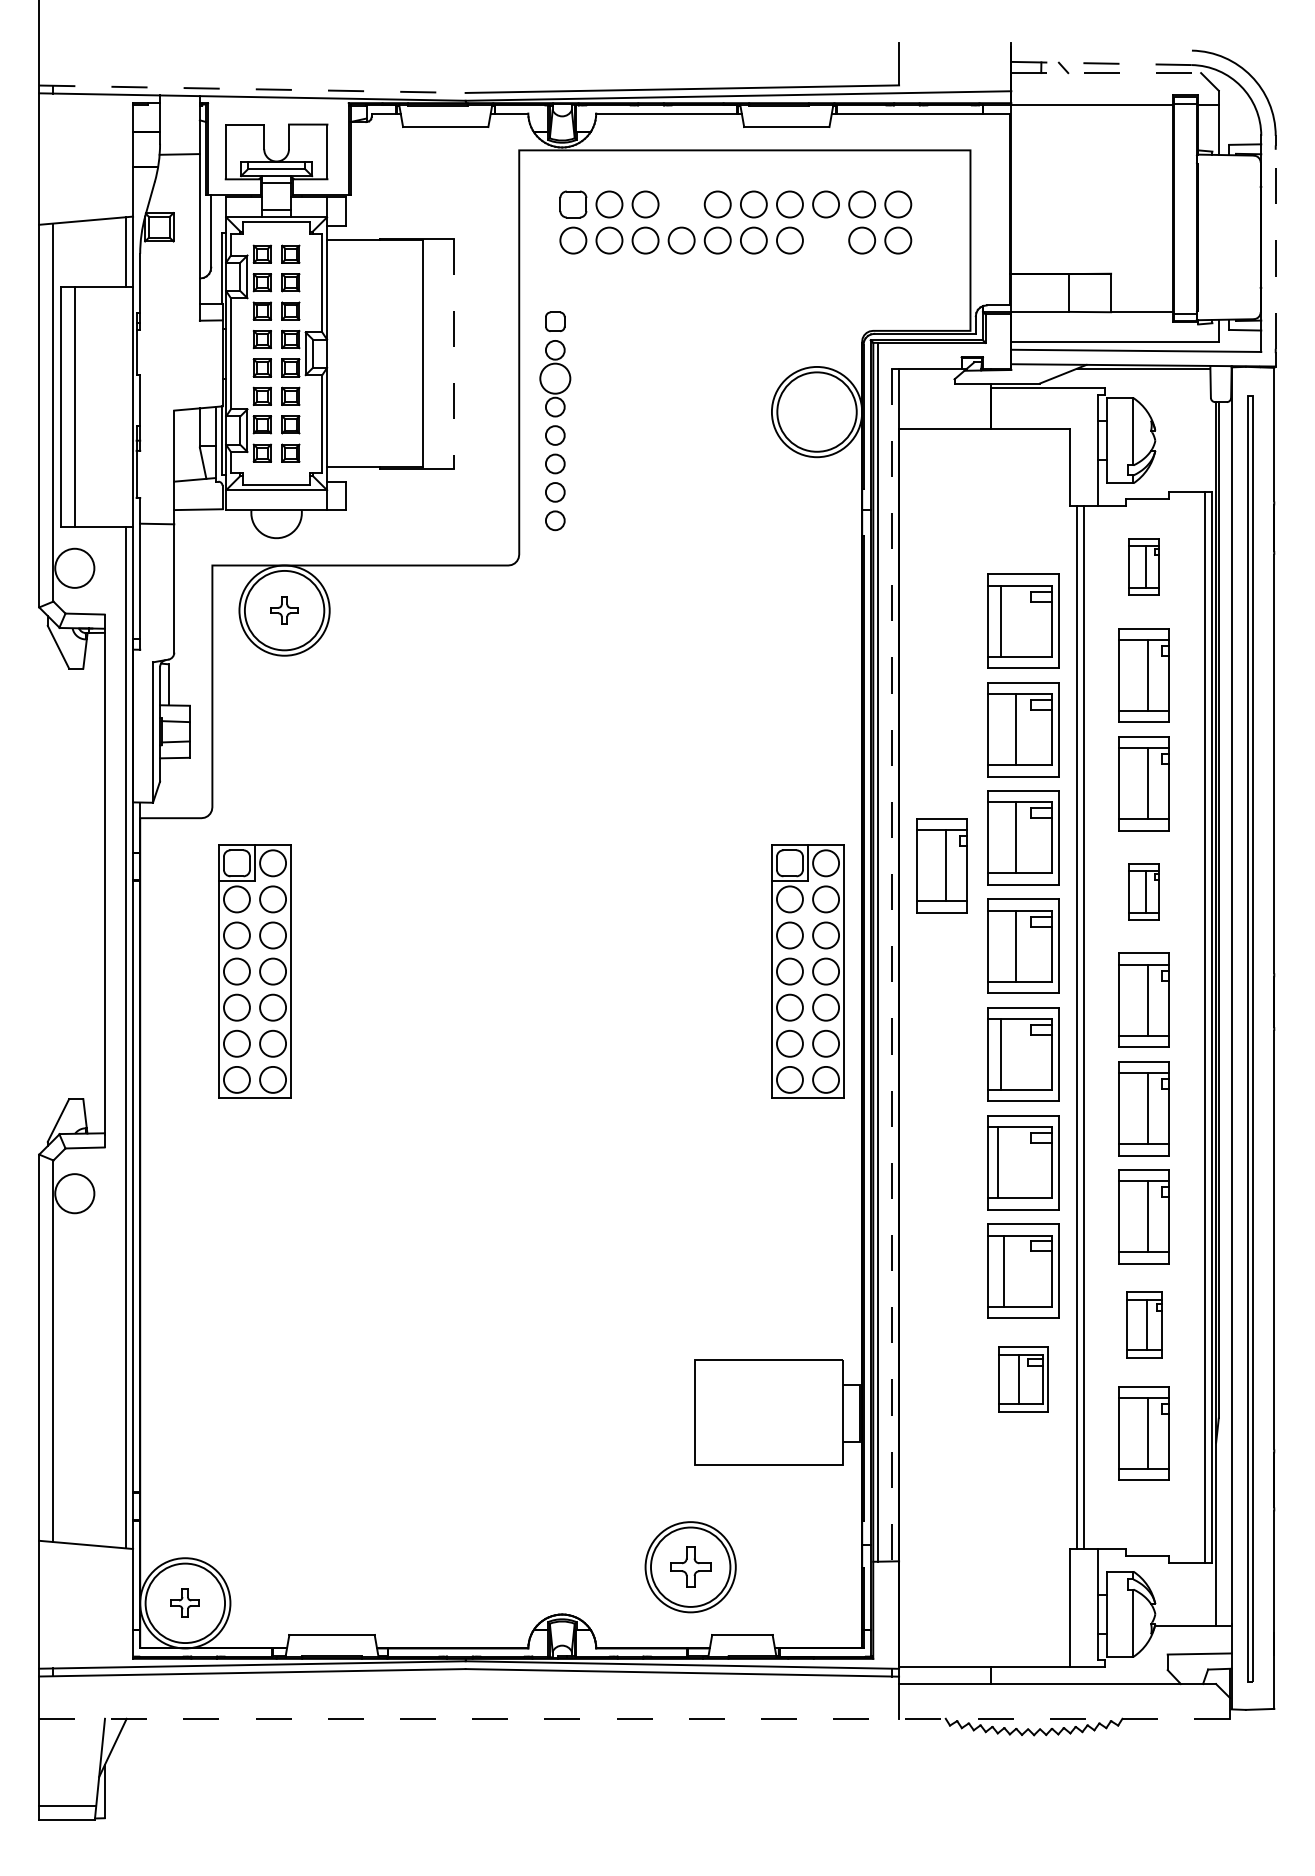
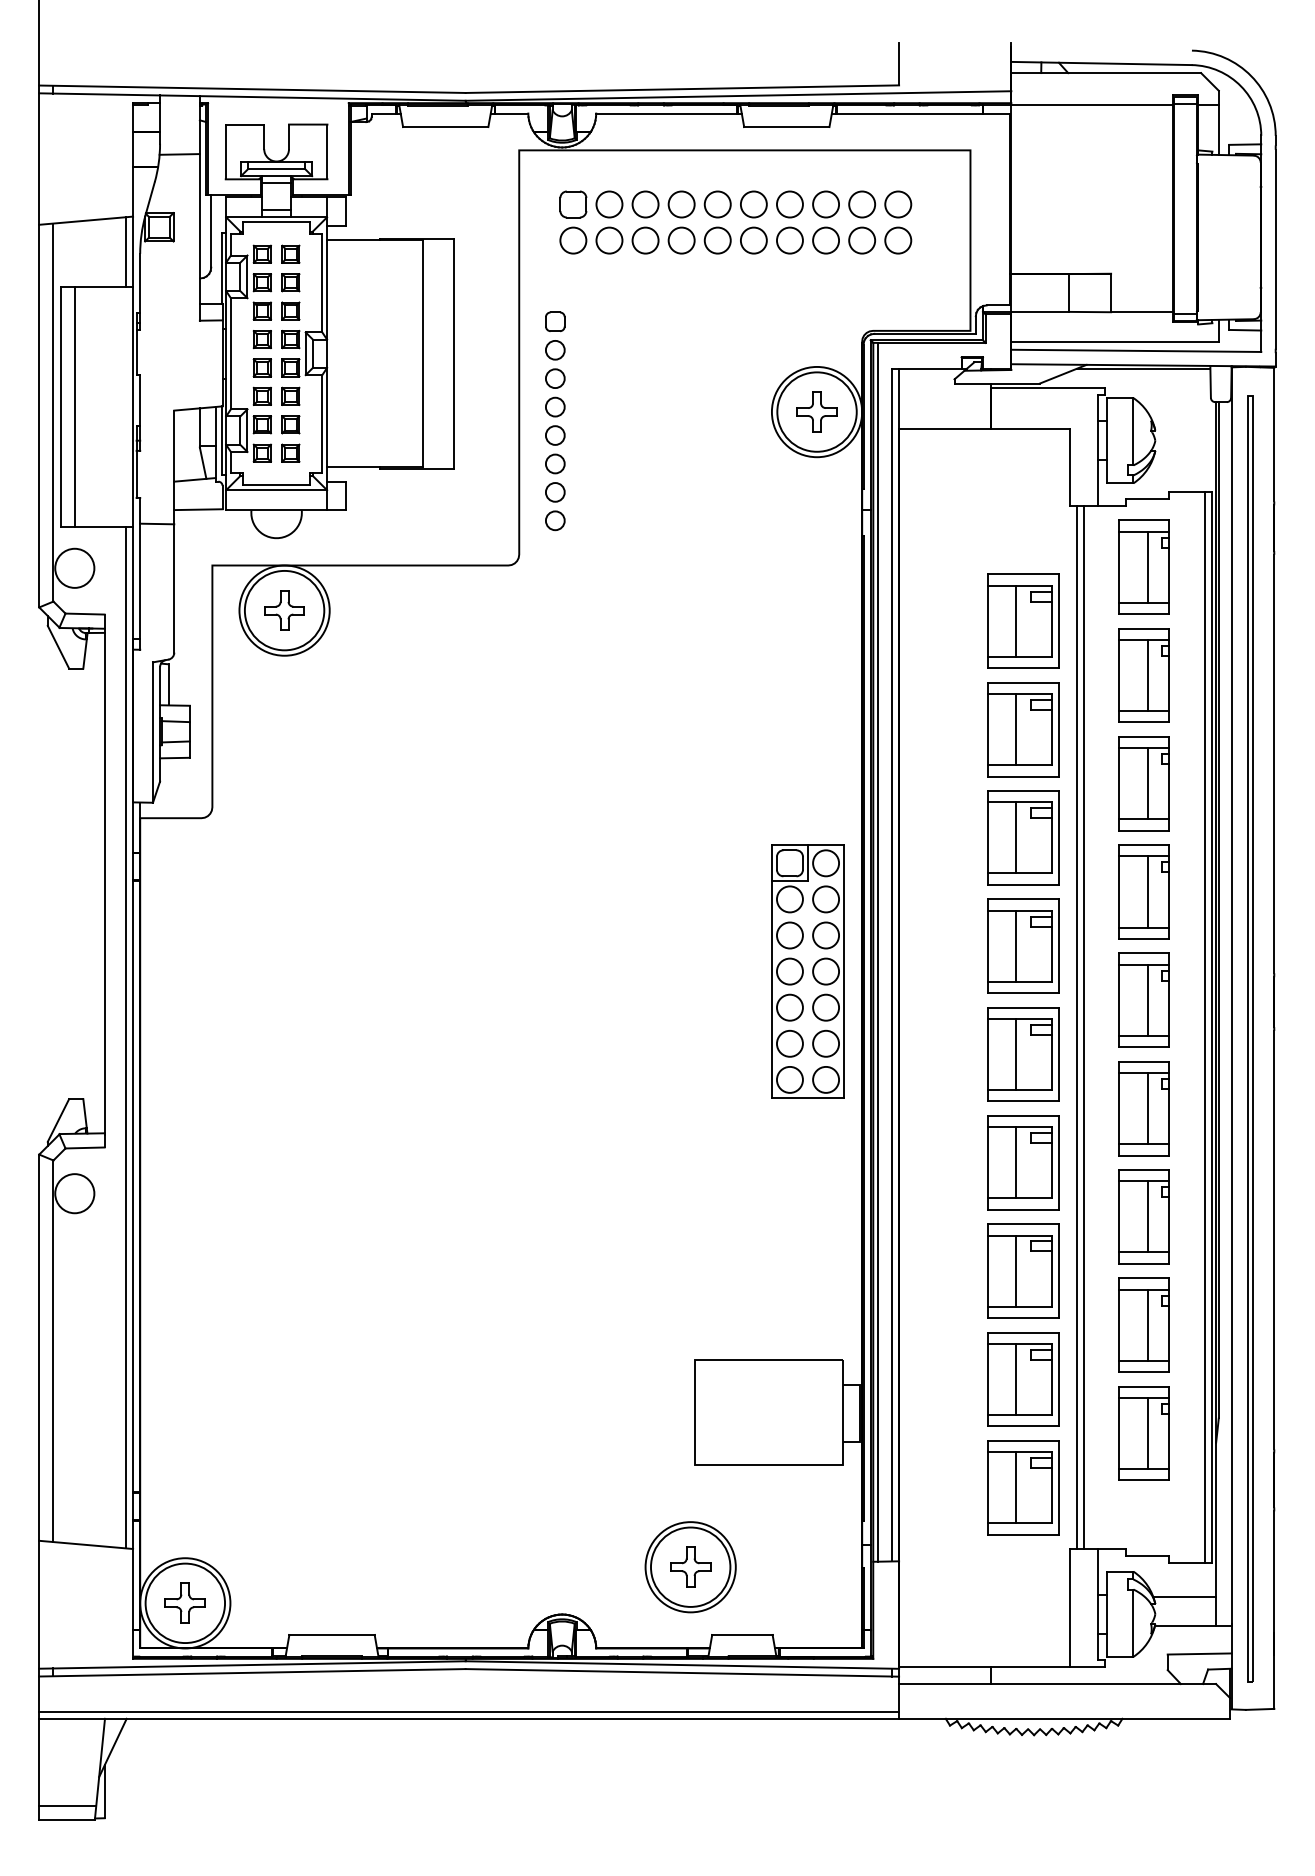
line at (1100, 63): dashed -> solid
line at (1106, 73): dashed -> solid
line at (252, 89): dashed -> solid
circle at (681, 204): none -> present
circle at (825, 240): none -> present
line at (1275, 248): dashed -> solid
line at (454, 354): dashed -> solid
circle at (555, 378) diameter: 30 px -> 19 px
part at (816, 411): none -> present
part at (1143, 566) size: 32x58 px -> 52x96 px
part at (284, 610) size: 29x29 px -> 41x41 px
line at (1001, 620) position: (1001, 620) -> (1016, 620)
part at (941, 865): present -> none
part at (1143, 891) size: 32x58 px -> 52x96 px
line at (891, 965): dashed -> solid
part at (254, 971): present -> none
line at (1001, 1054) position: (1001, 1054) -> (1016, 1054)
line at (998, 1162) position: (998, 1162) -> (1016, 1162)
line at (1004, 1270) position: (1004, 1270) -> (1016, 1270)
part at (1144, 1324) size: 37x68 px -> 52x96 px
part at (1023, 1379) size: 51x67 px -> 73x95 px
part at (1023, 1487): none -> present
line at (1184, 1596): none -> present
part at (184, 1602) size: 30x30 px -> 42x42 px
line at (469, 1711): none -> present
line at (634, 1718): dashed -> solid
